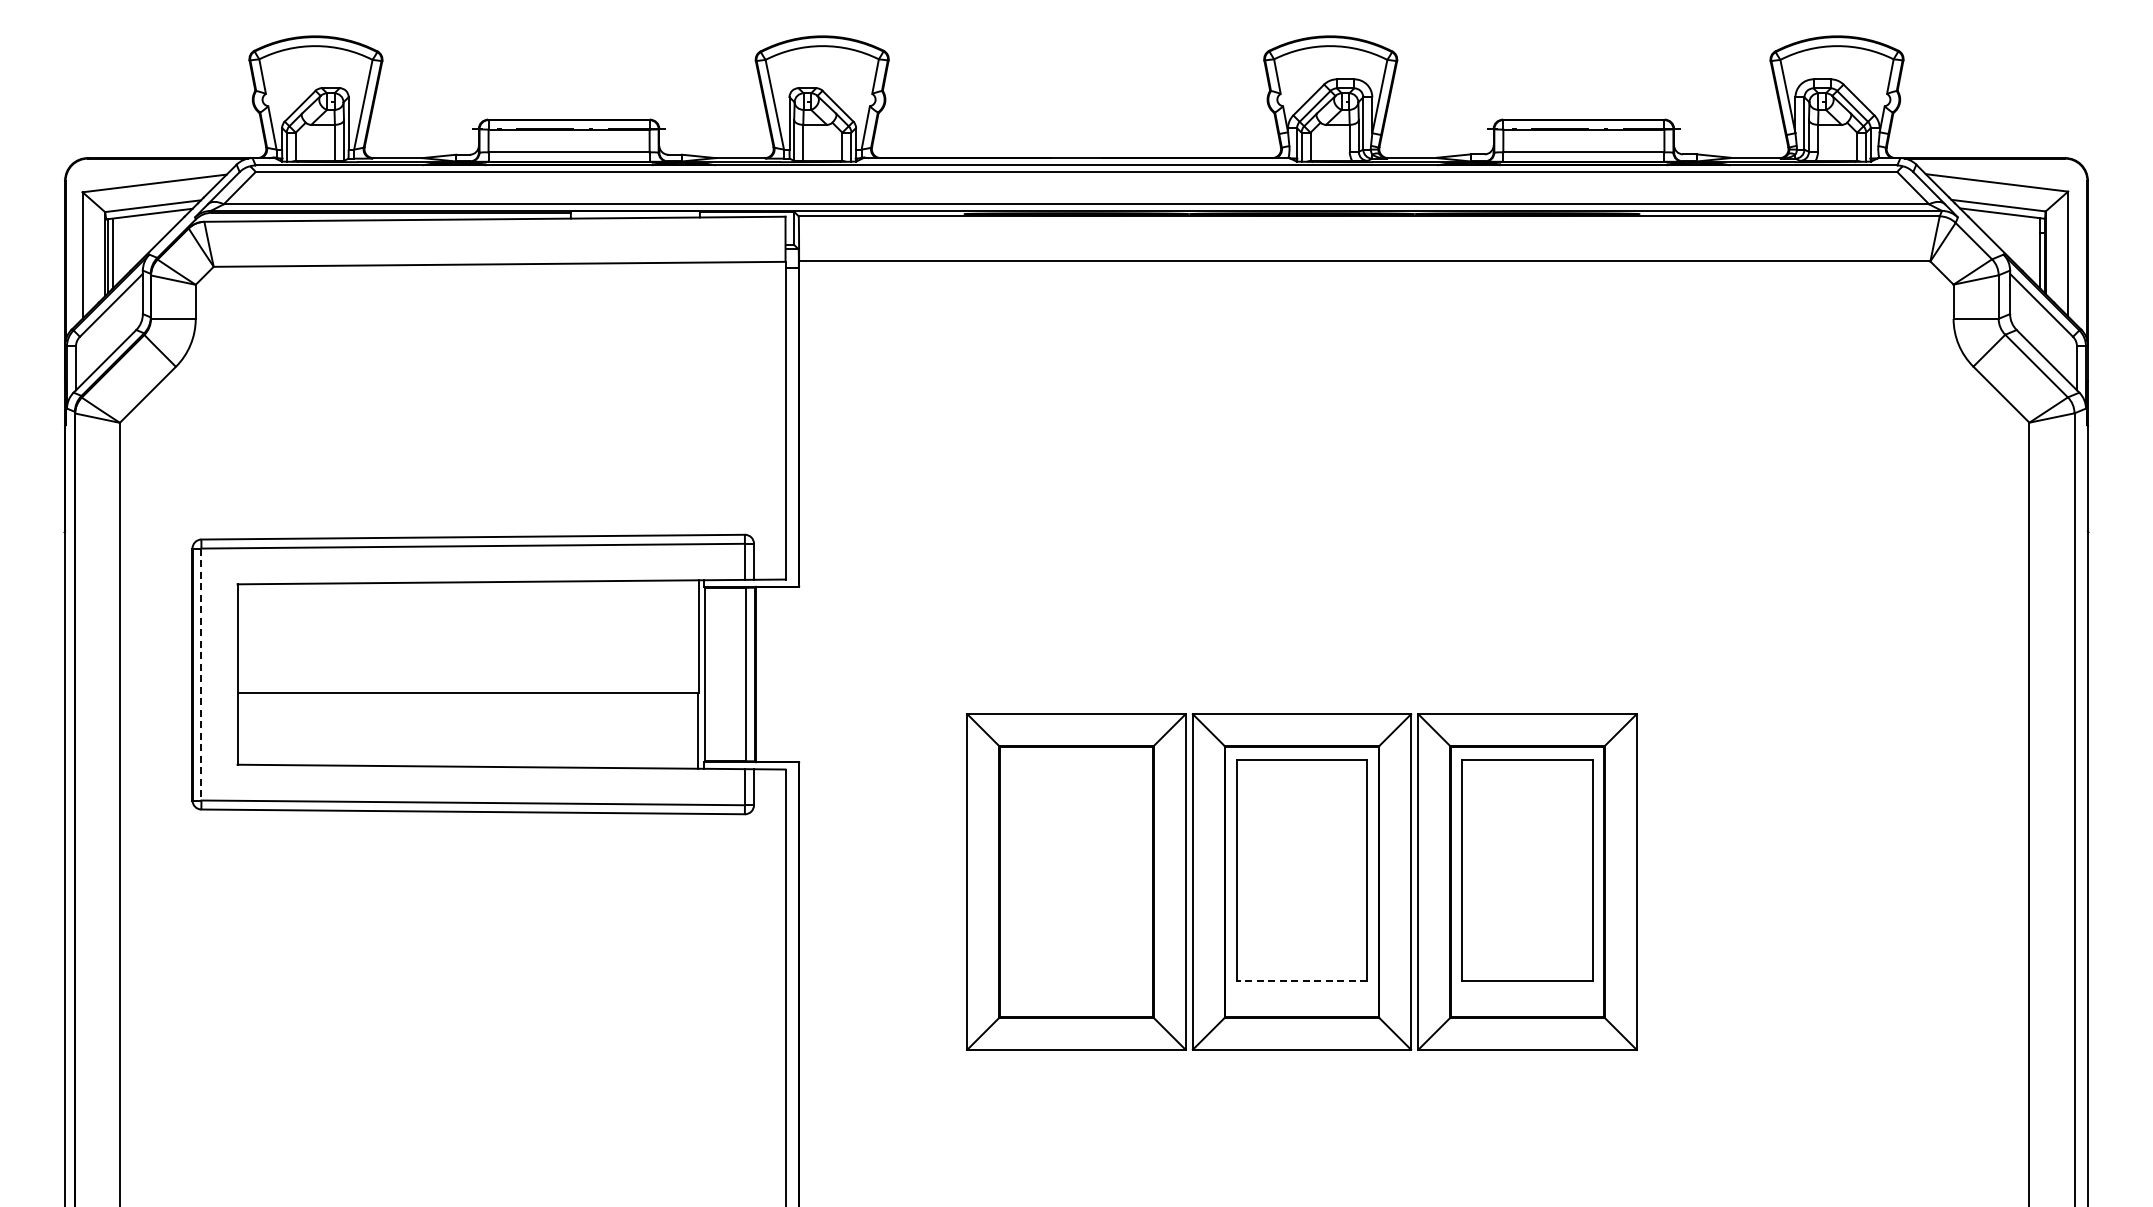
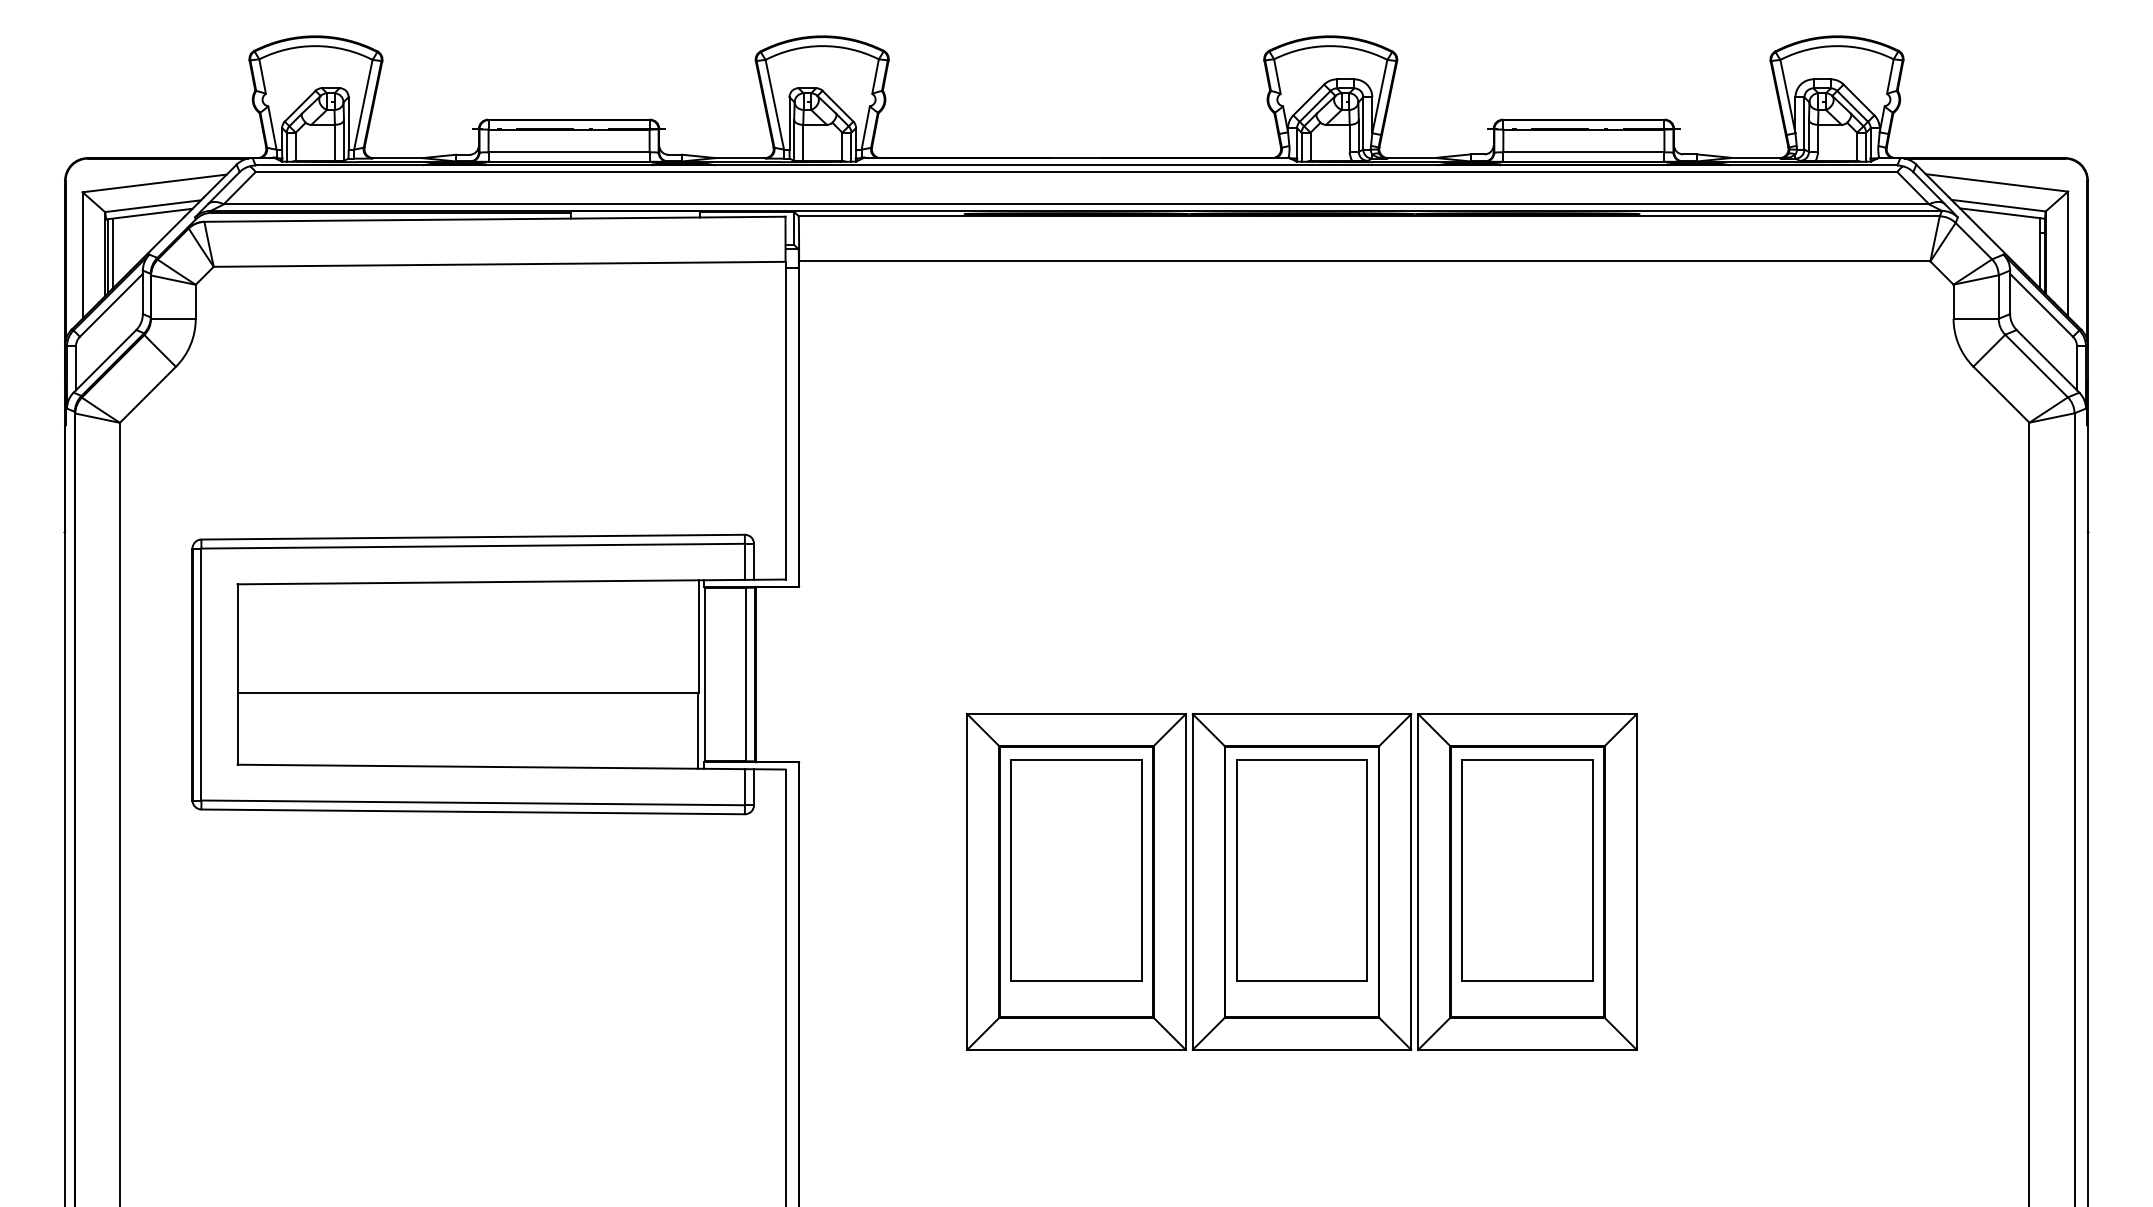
line at (201, 674): dashed -> solid
part at (1076, 870): none -> present
line at (1301, 981): dashed -> solid
